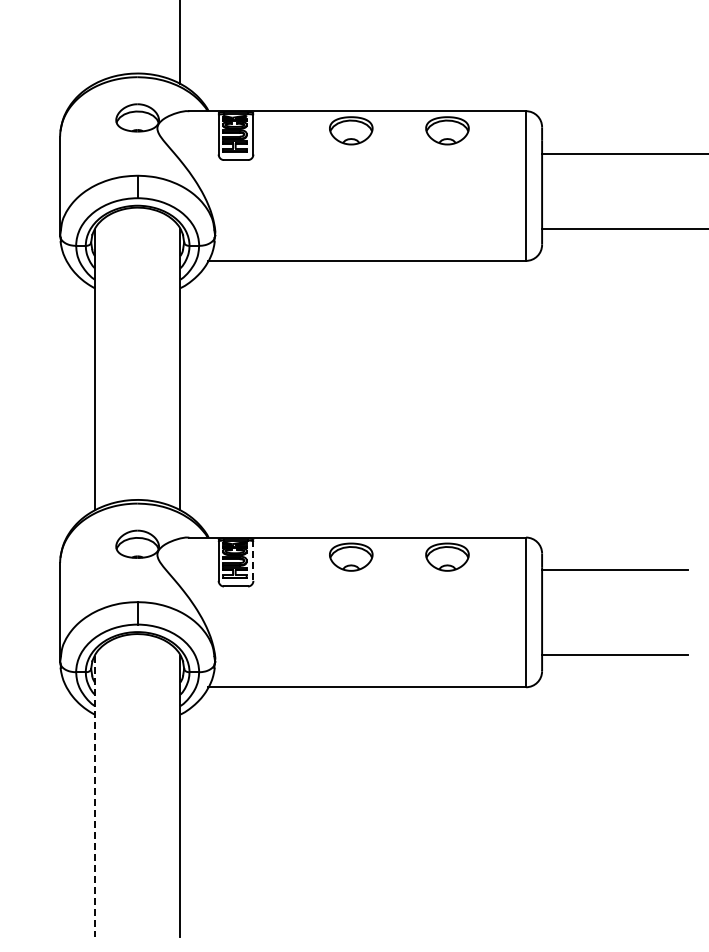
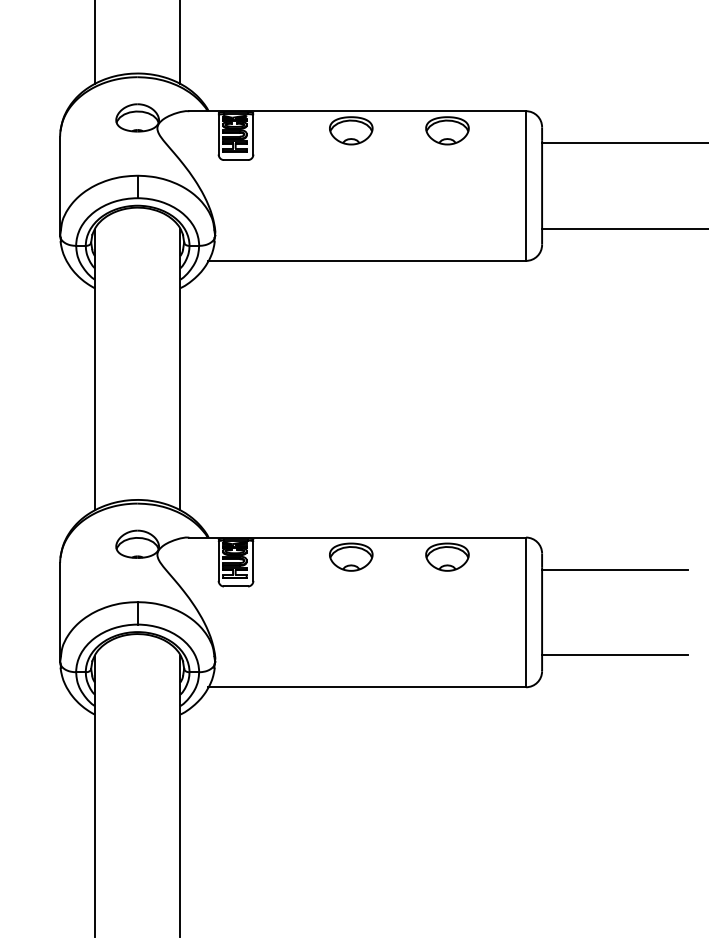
line at (94, 42): none -> present
line at (623, 154) position: (623, 154) -> (623, 143)
line at (253, 560): dashed -> solid
line at (94, 796): dashed -> solid
